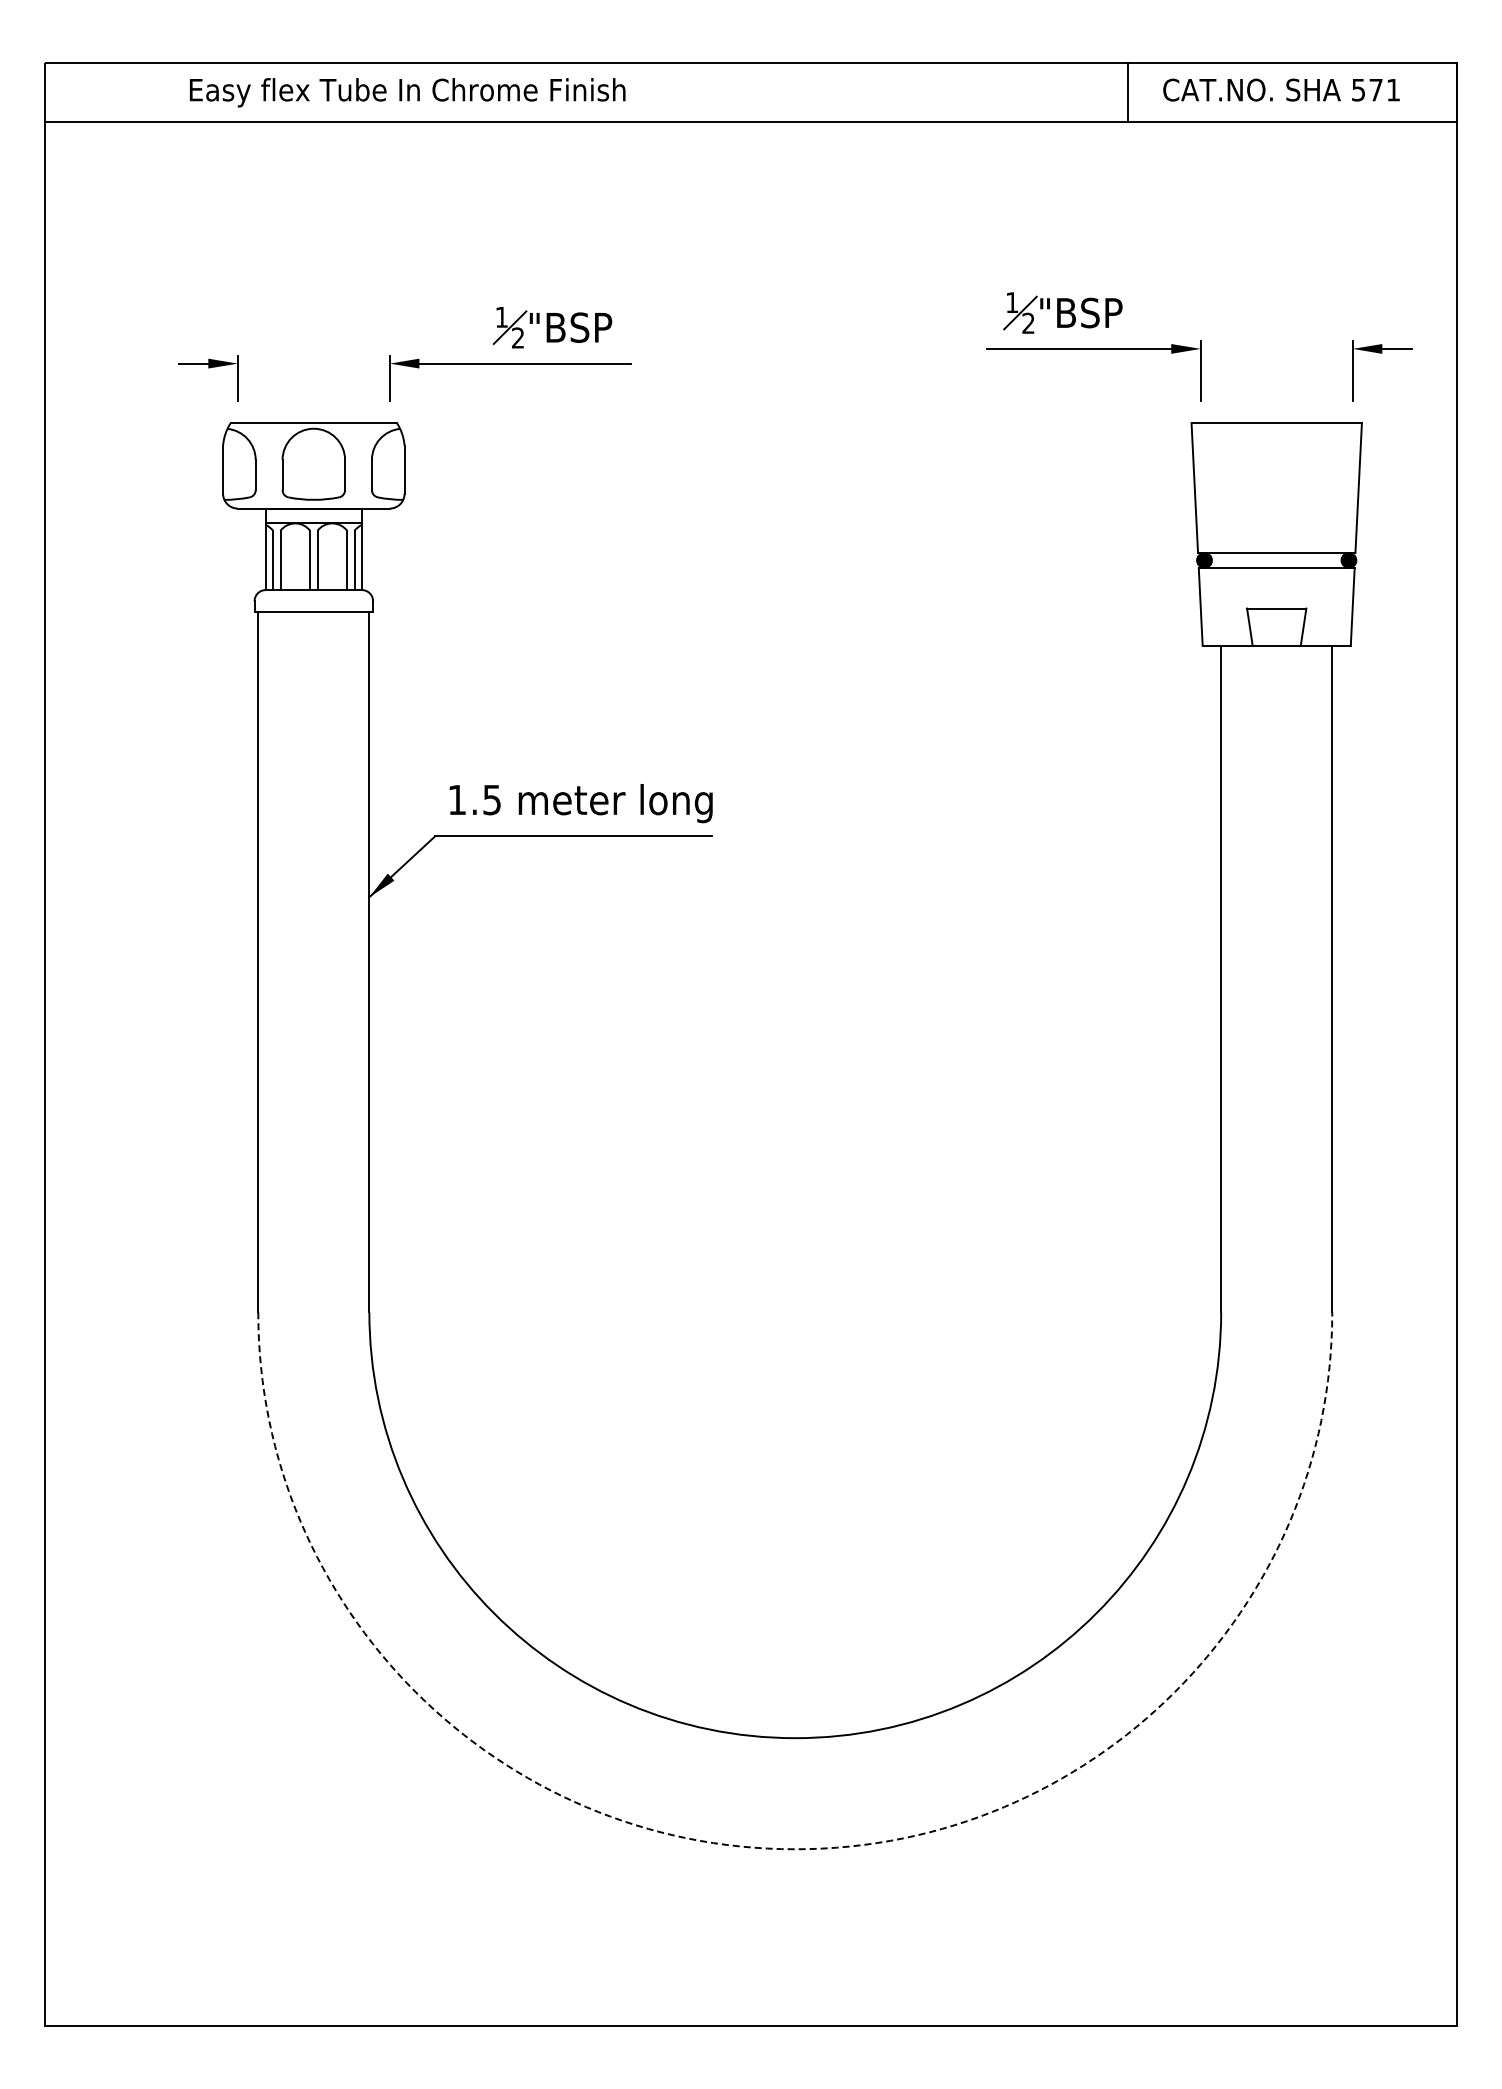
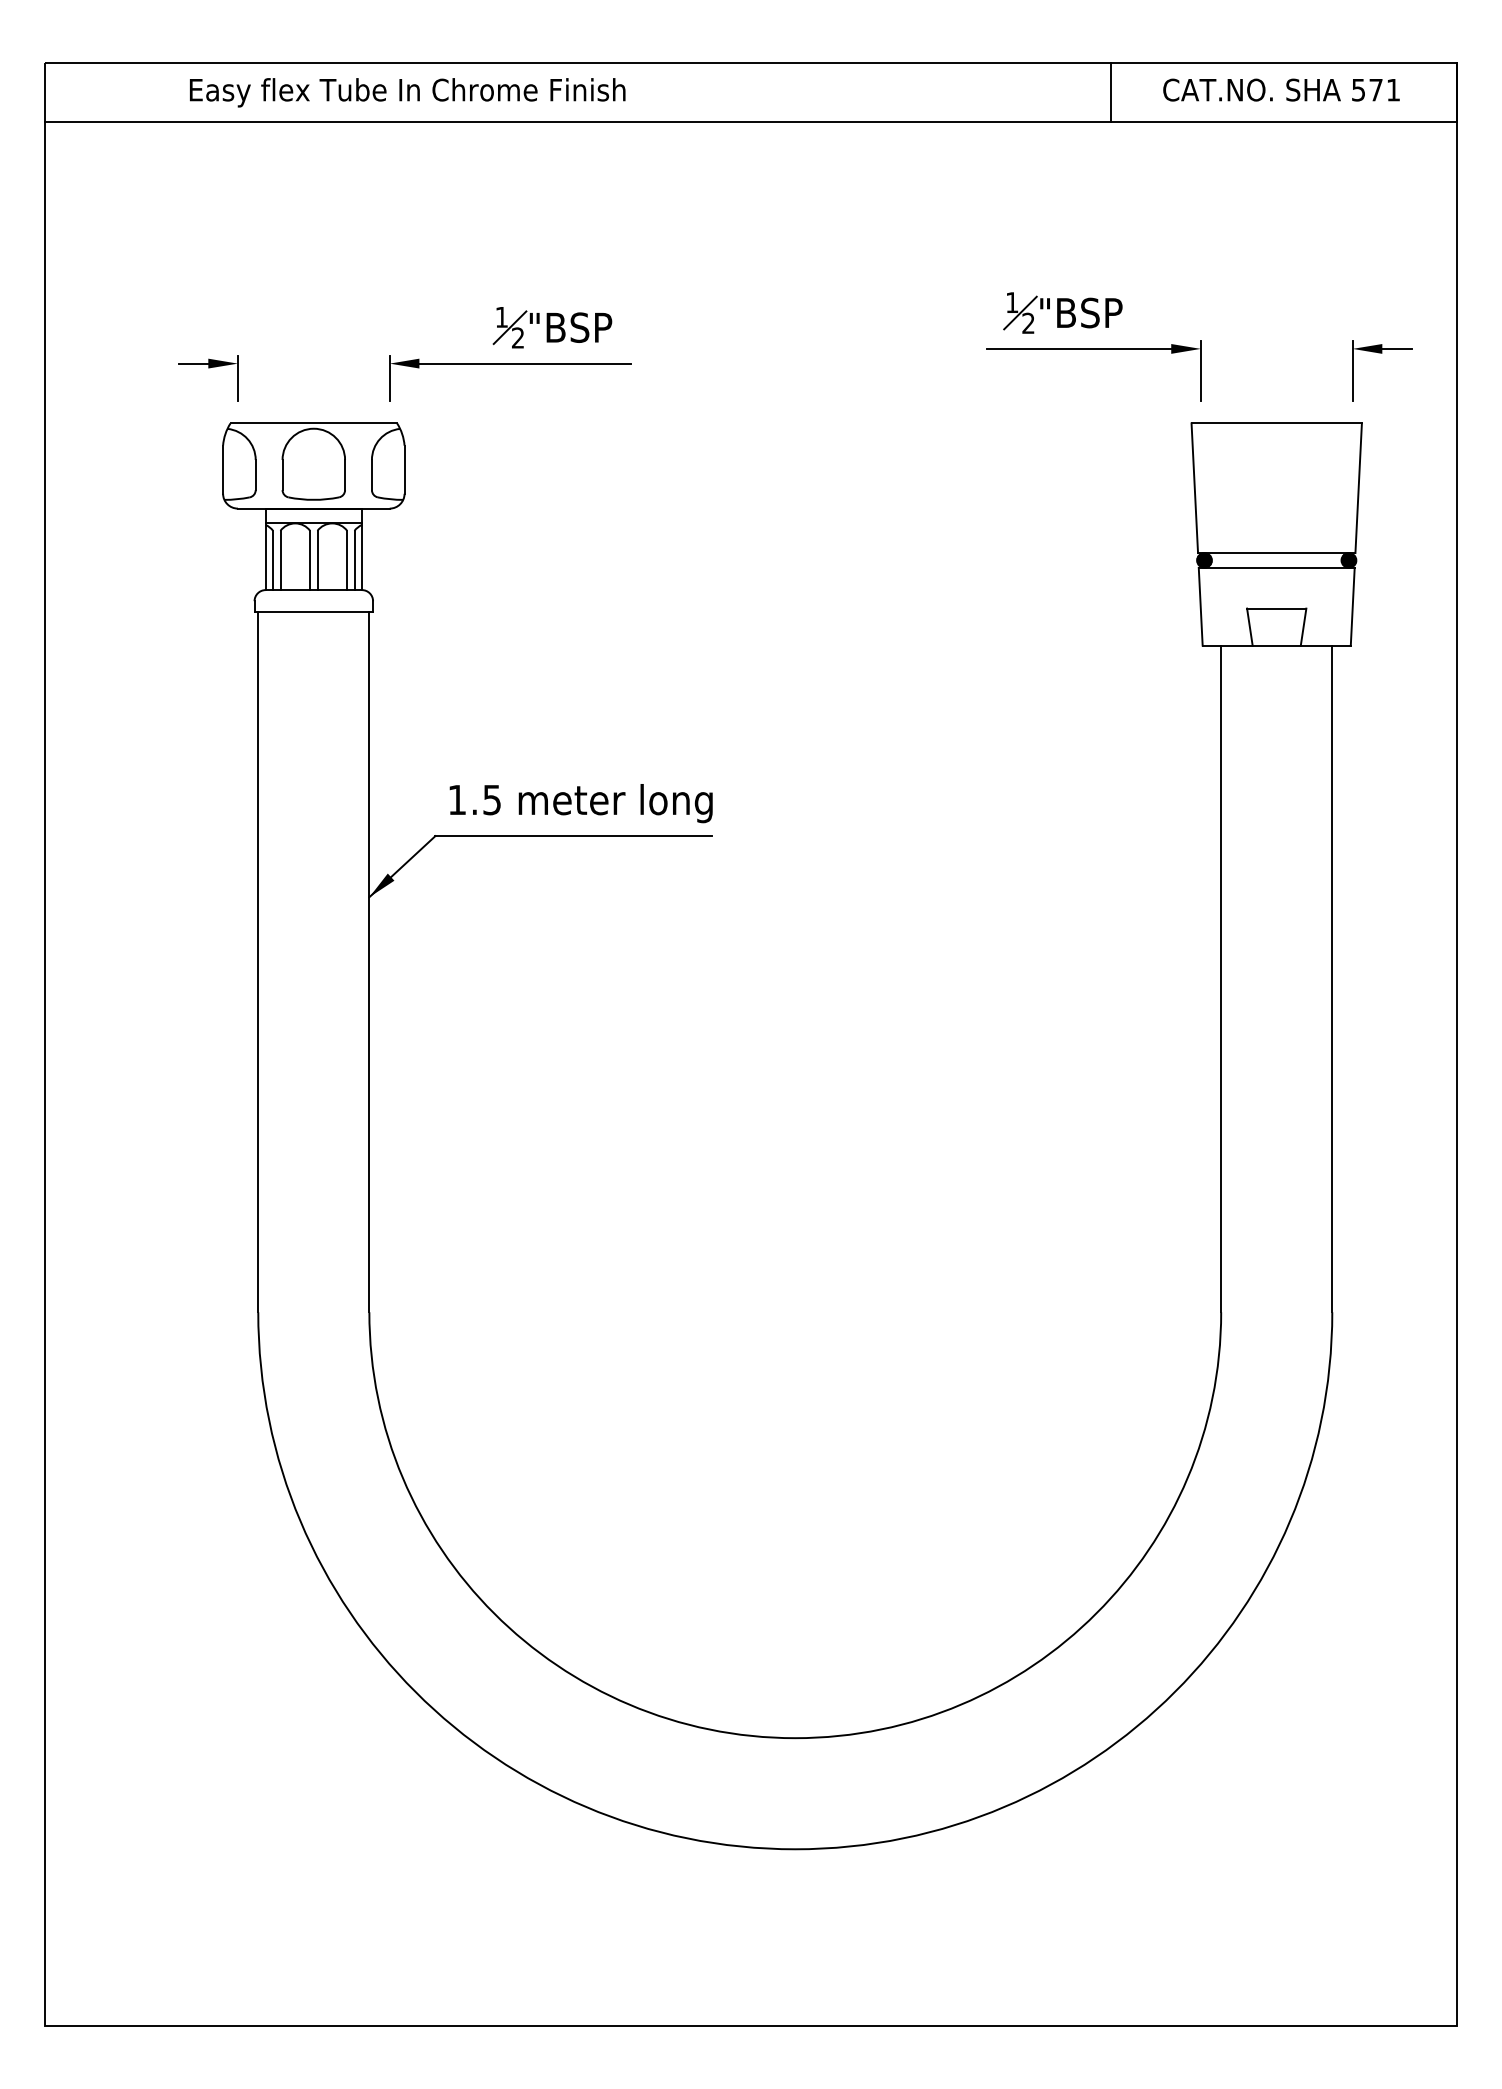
line at (1127, 91) position: (1127, 91) -> (1110, 91)
arc at (795, 1849): dashed -> solid
